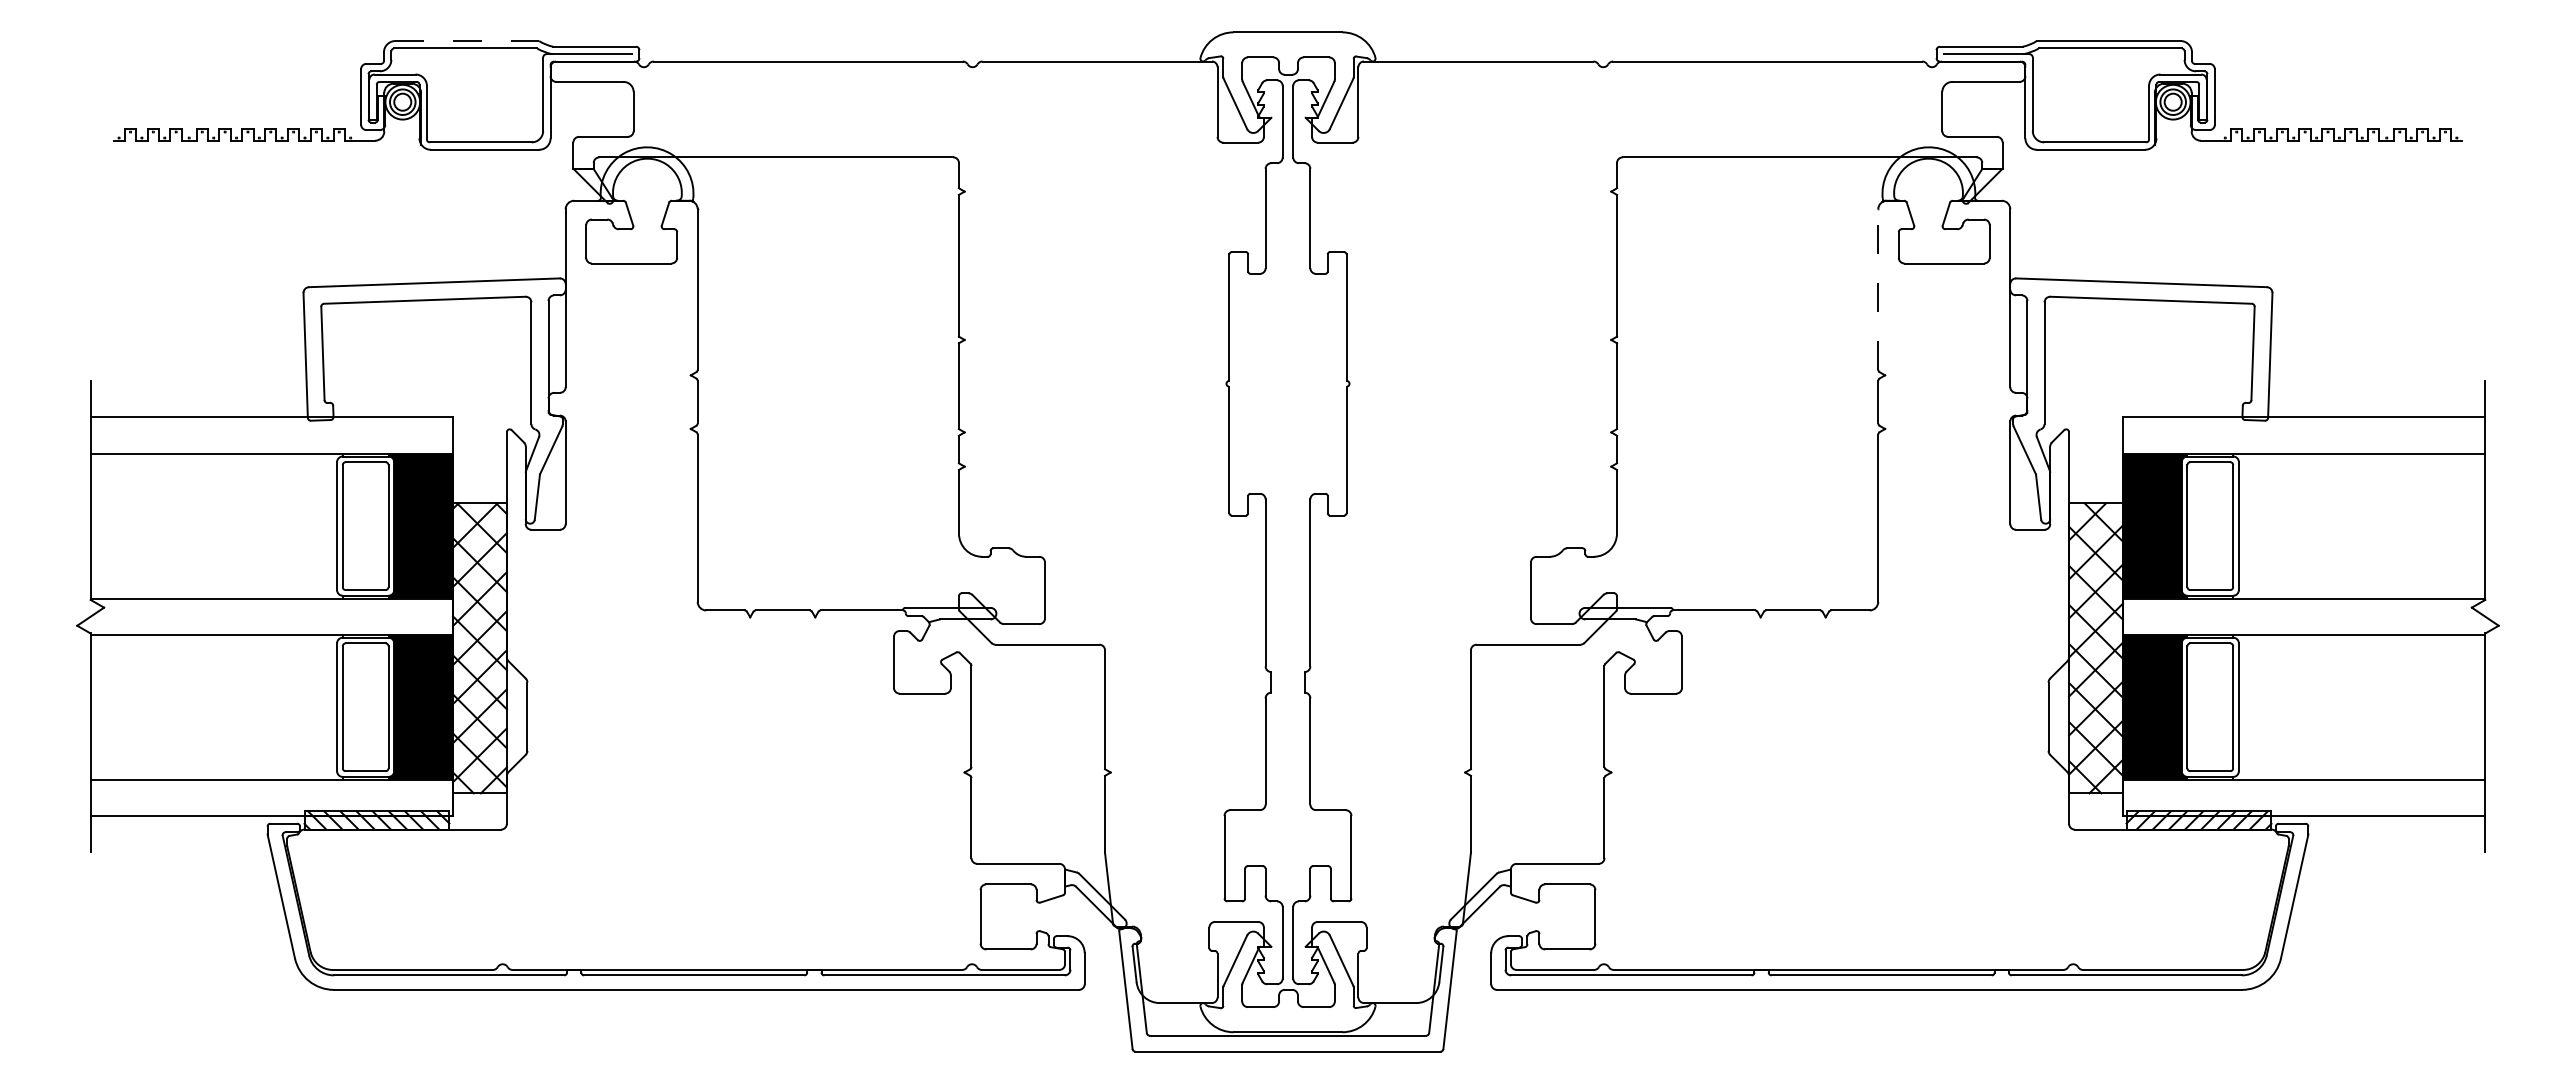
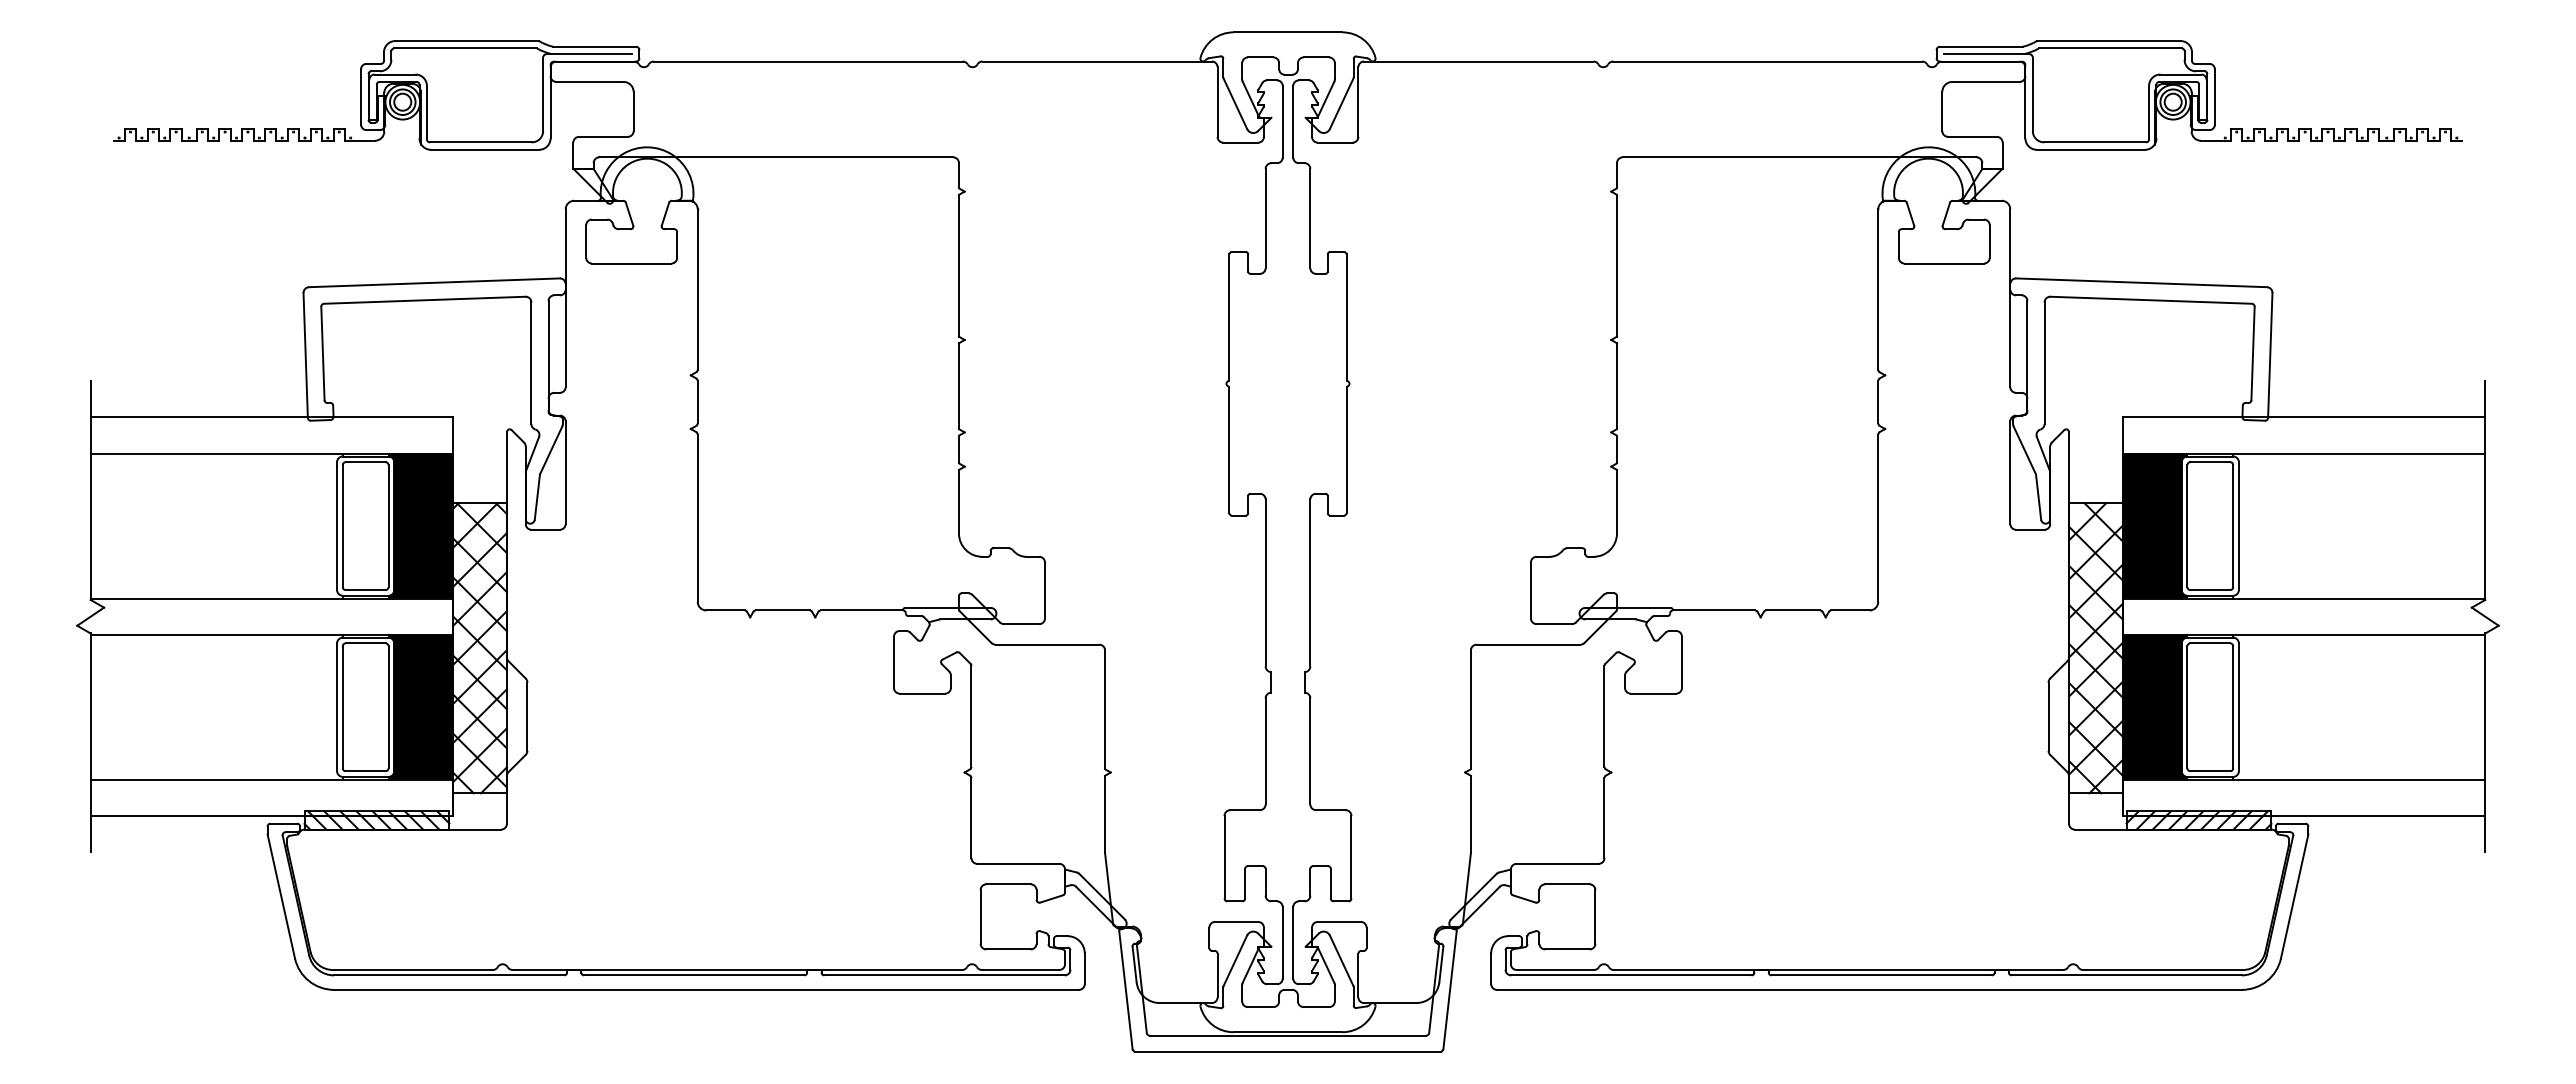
line at (467, 41): dashed -> solid
line at (1878, 289): dashed -> solid
